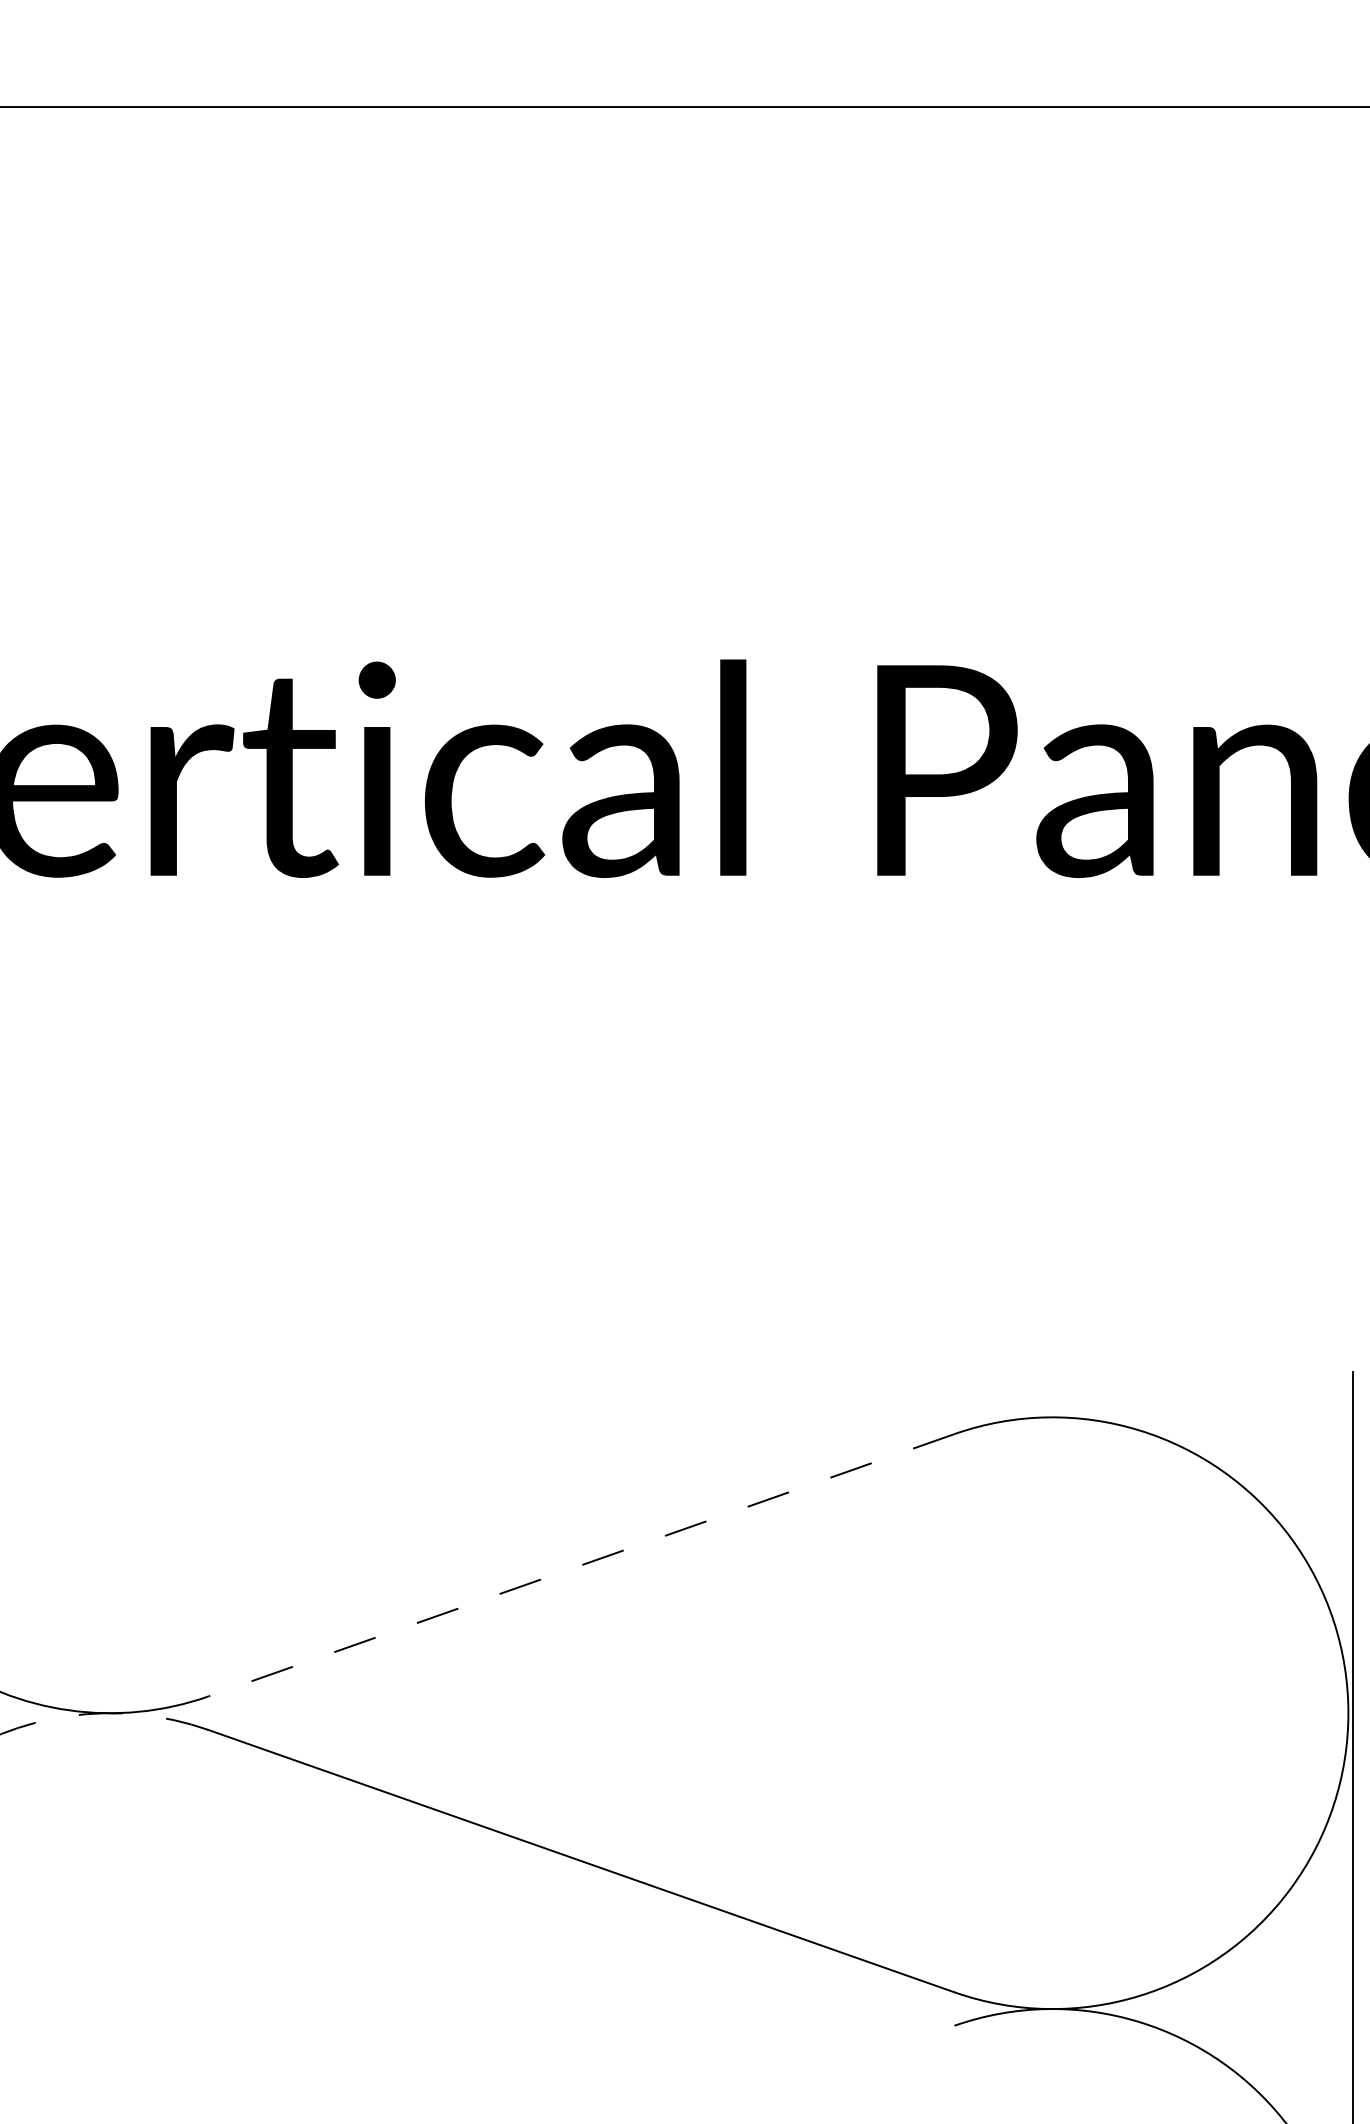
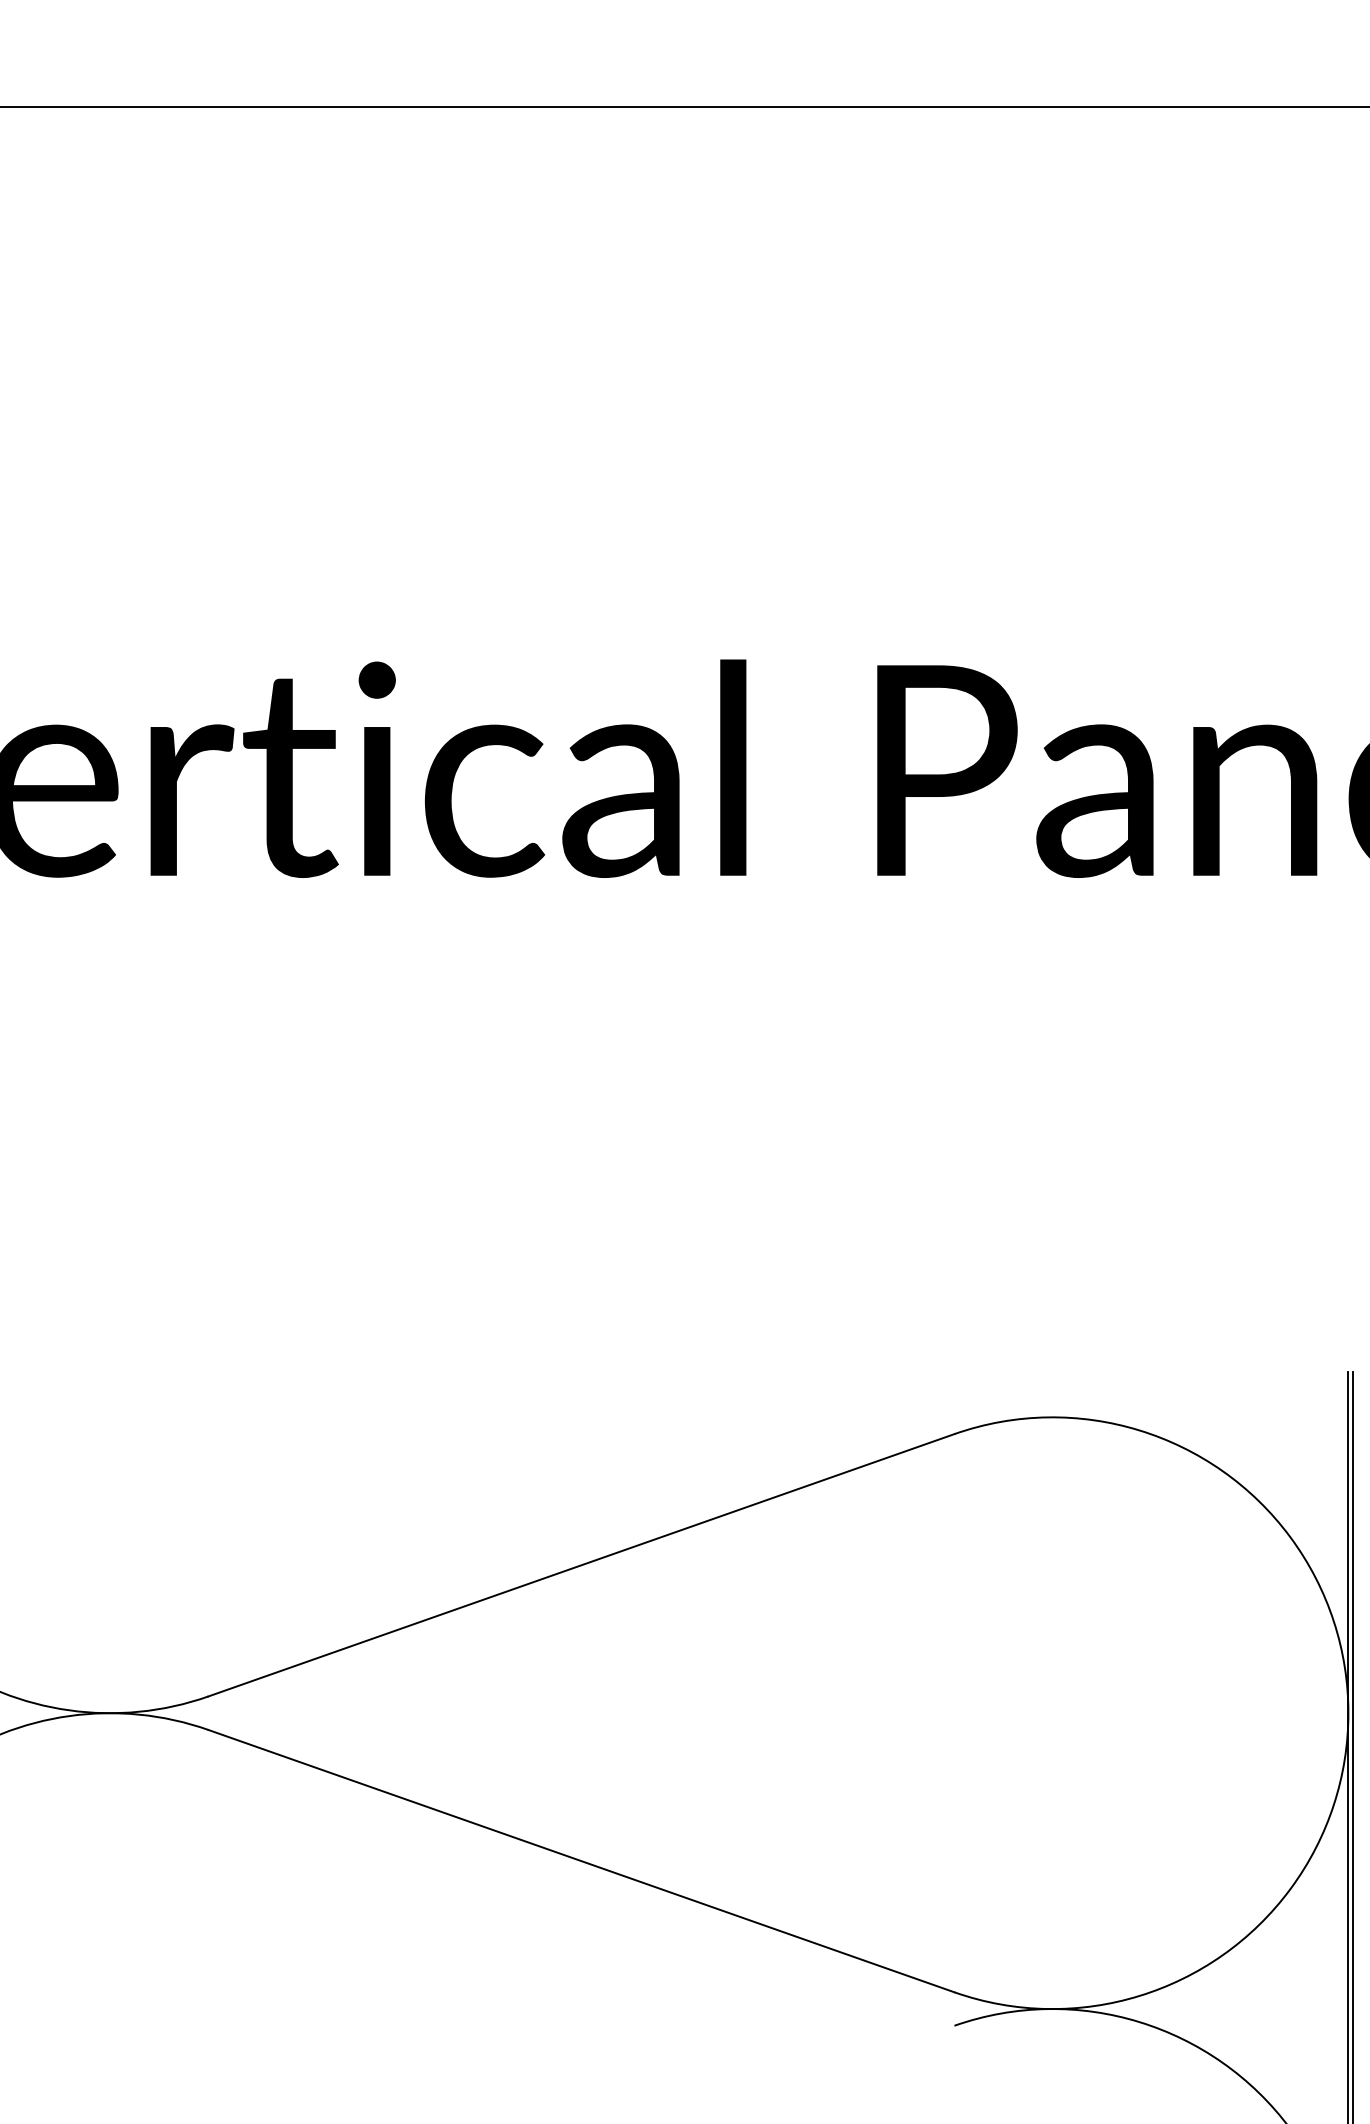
line at (580, 1565): dashed -> solid
arc at (103, 1713): dashed -> solid
line at (1348, 1745): none -> present
